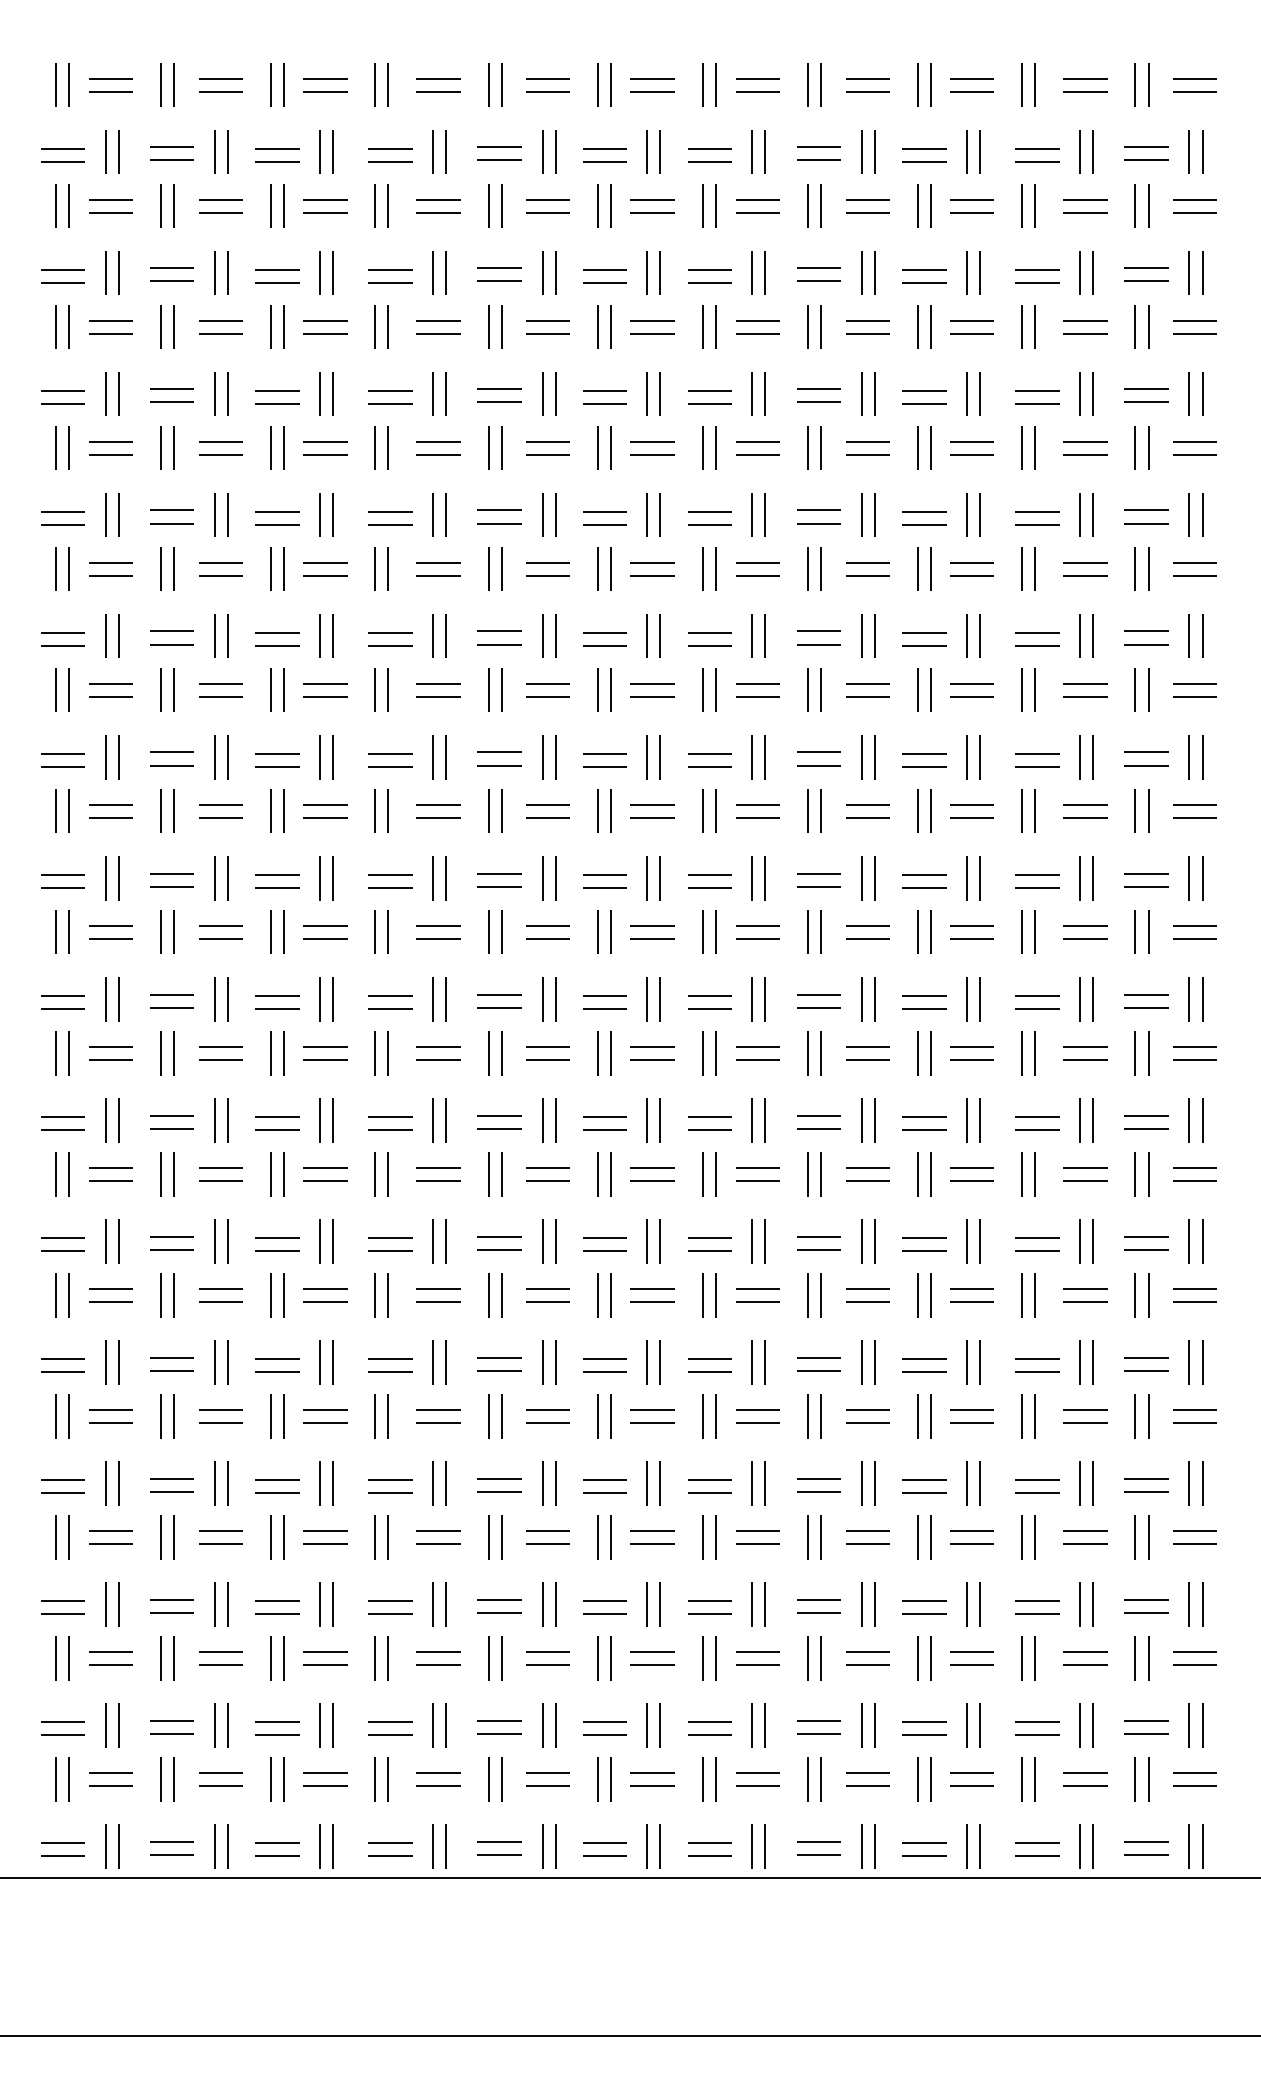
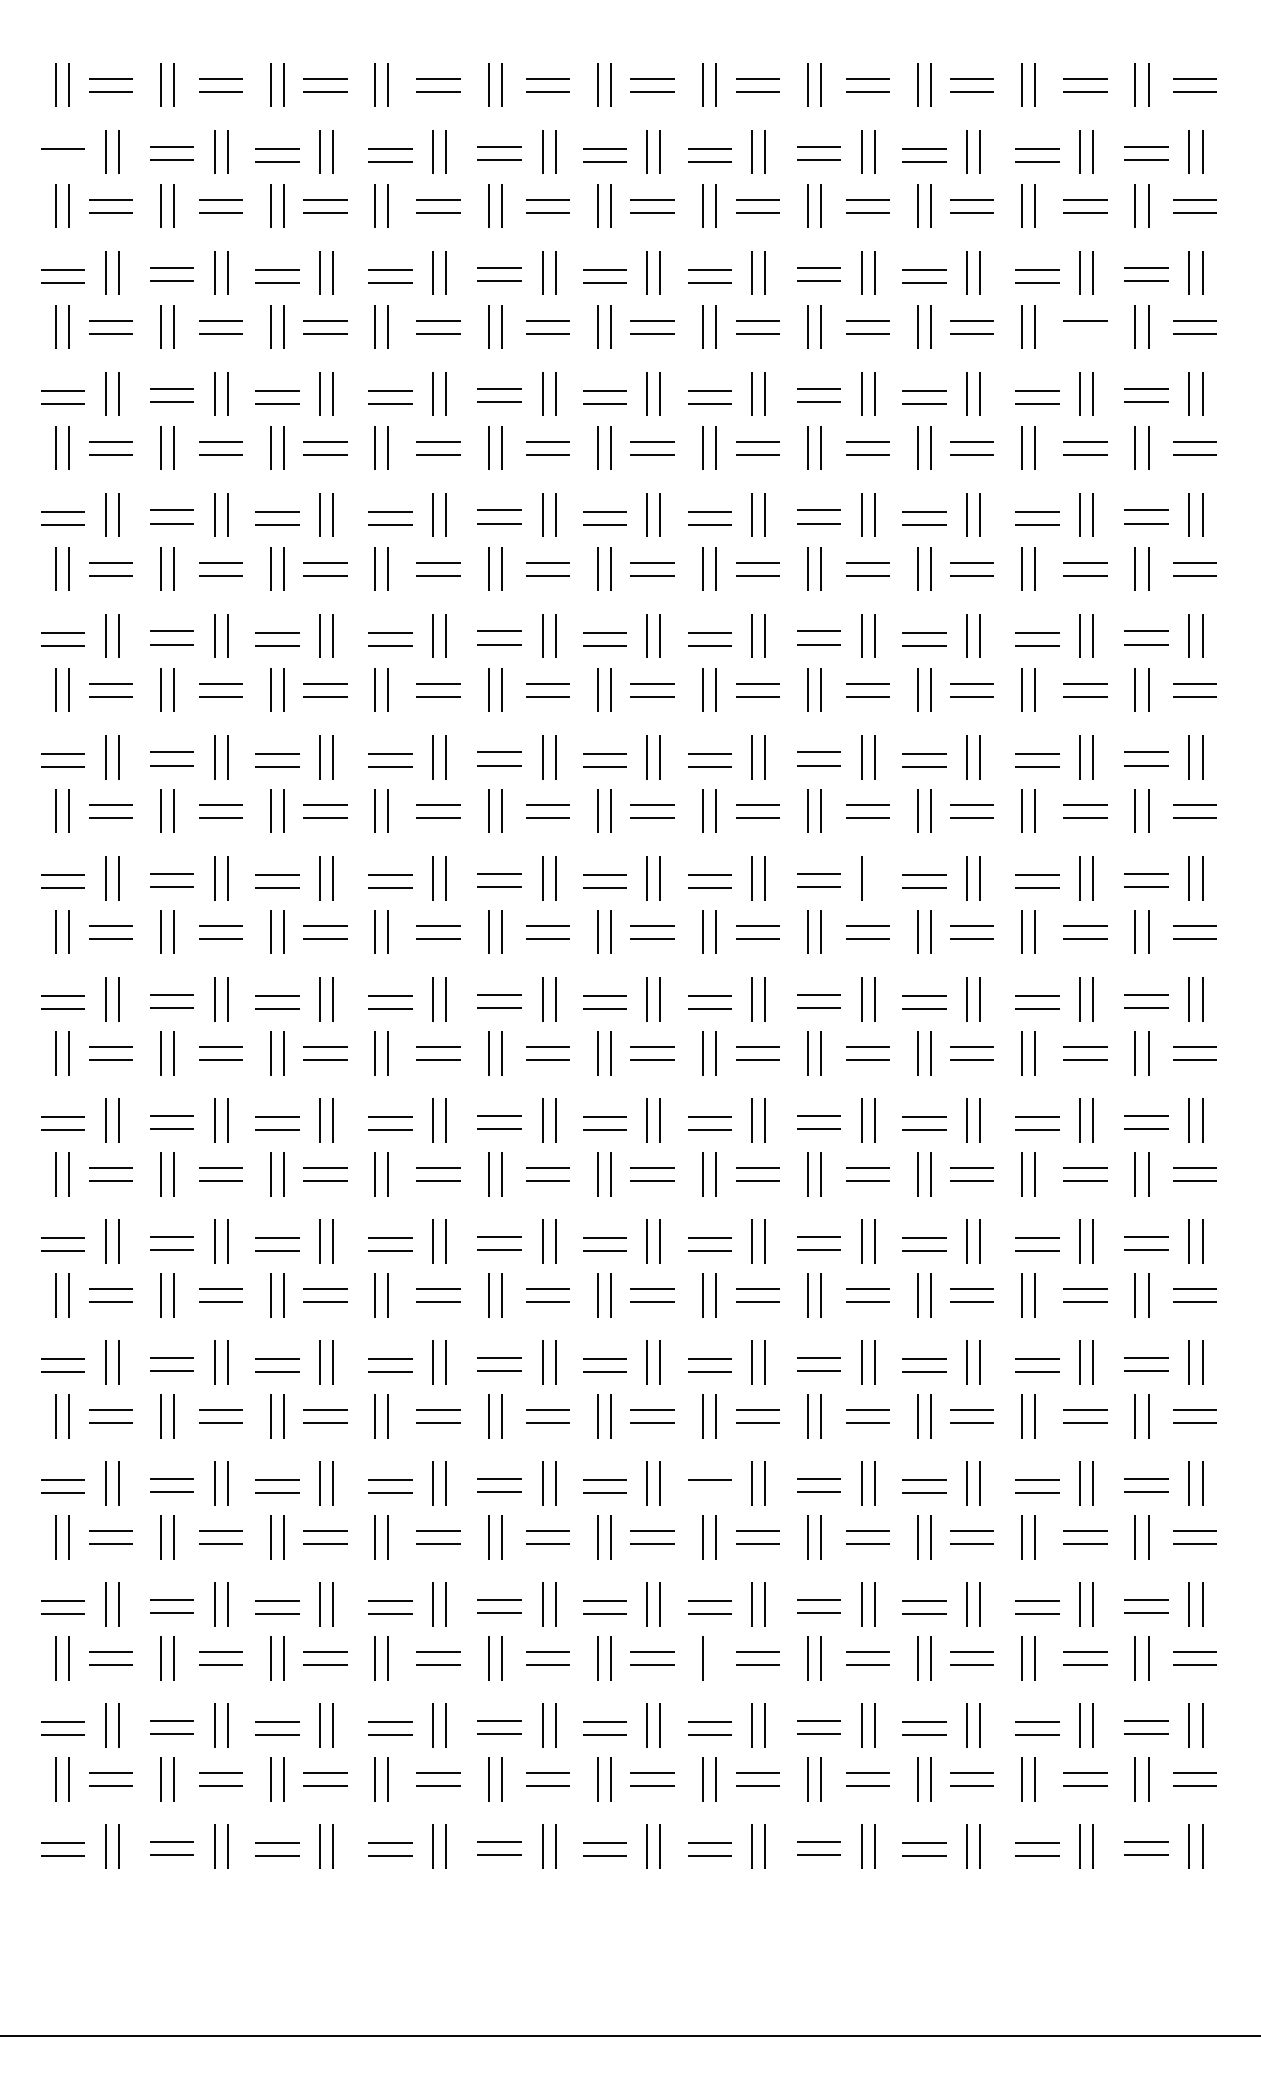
line at (62, 161): present -> none
line at (1085, 333): present -> none
line at (874, 878): present -> none
line at (709, 1492): present -> none
line at (715, 1658): present -> none
line at (629, 1878): present -> none
